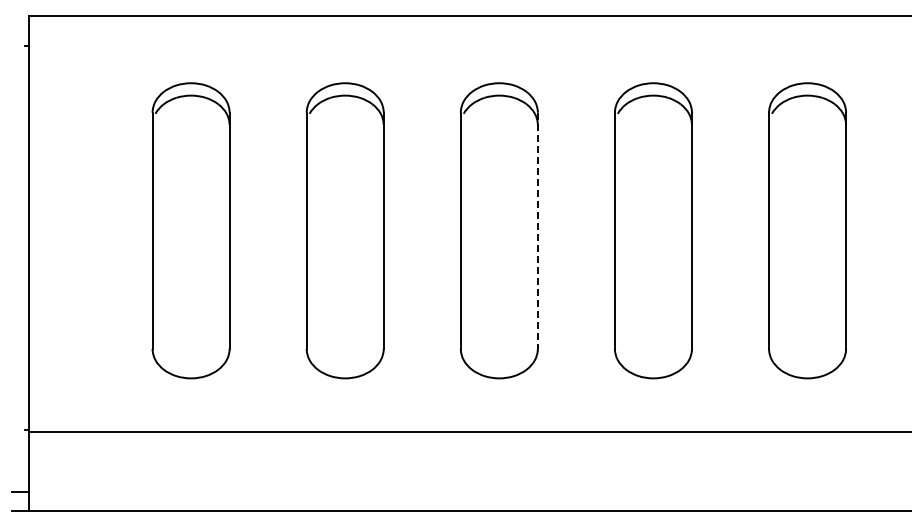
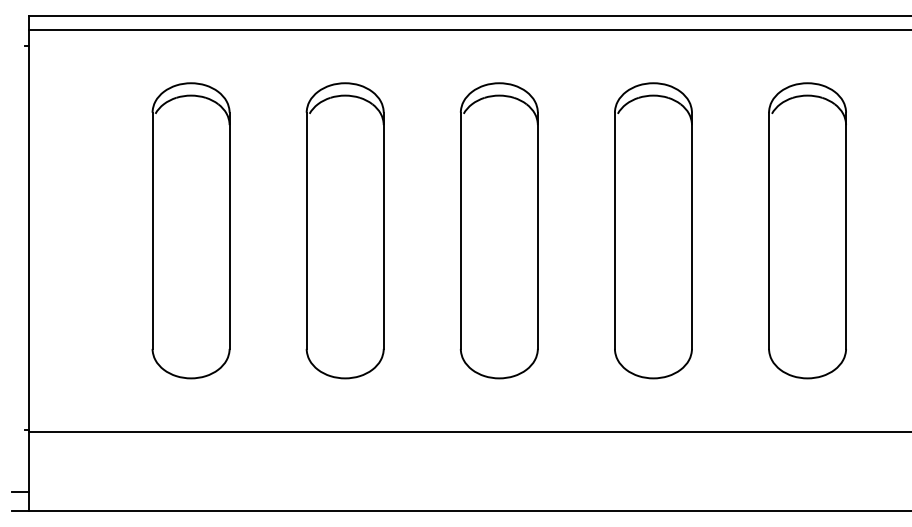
line at (468, 29): none -> present
line at (537, 231): dashed -> solid
